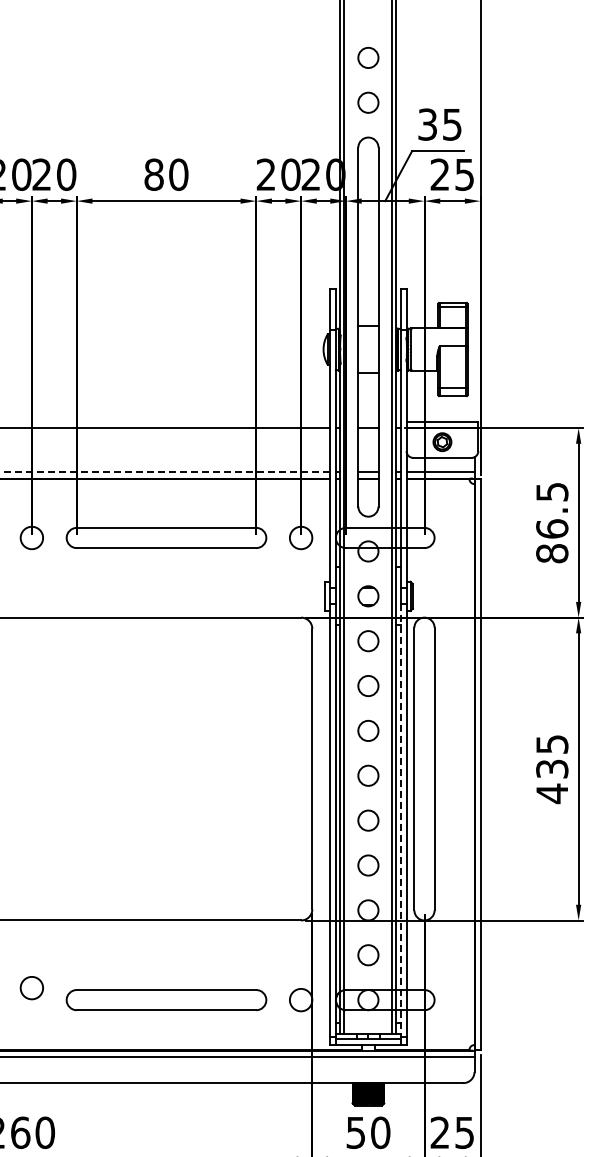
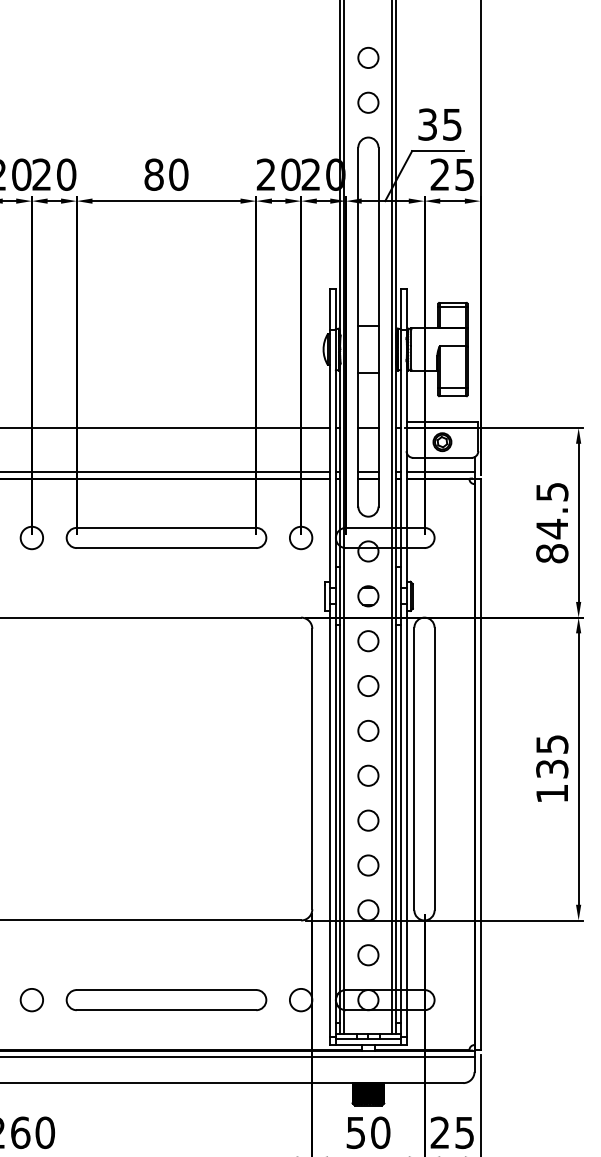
line at (165, 472): dashed -> solid
text at (552, 528): 86.5 -> 84.5
text at (551, 793): 435 -> 135
line at (400, 820): dashed -> solid
circle at (31, 988) position: (31, 988) -> (31, 1000)
